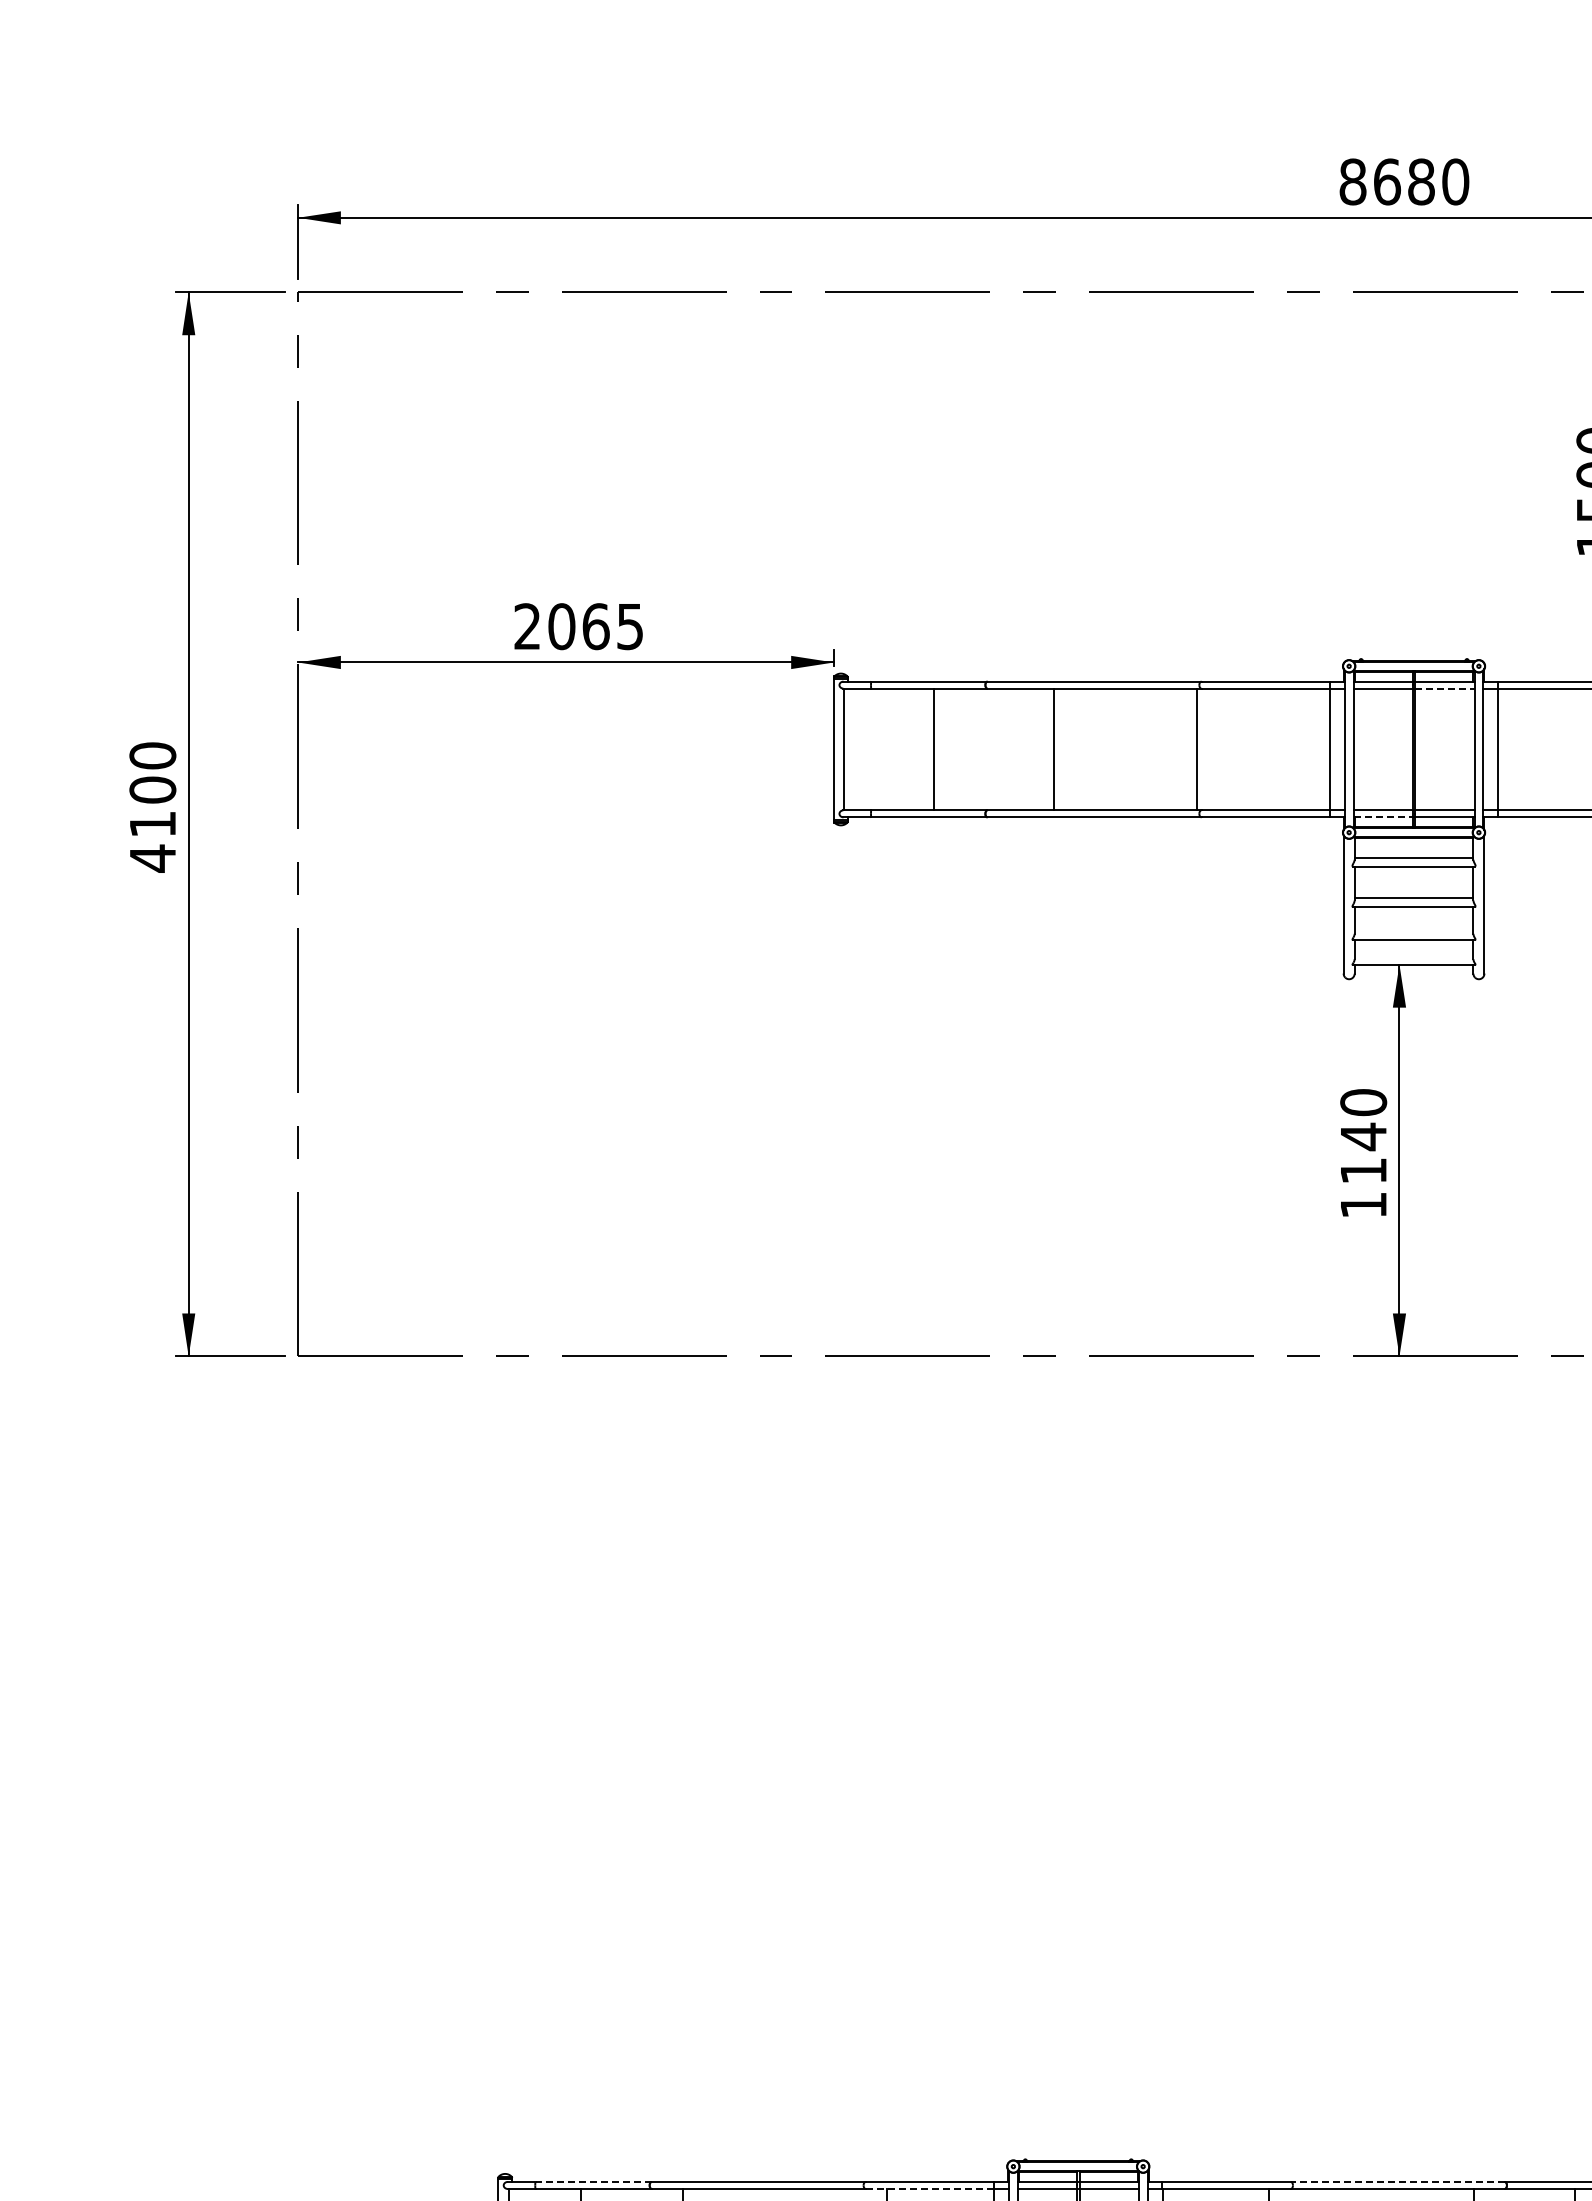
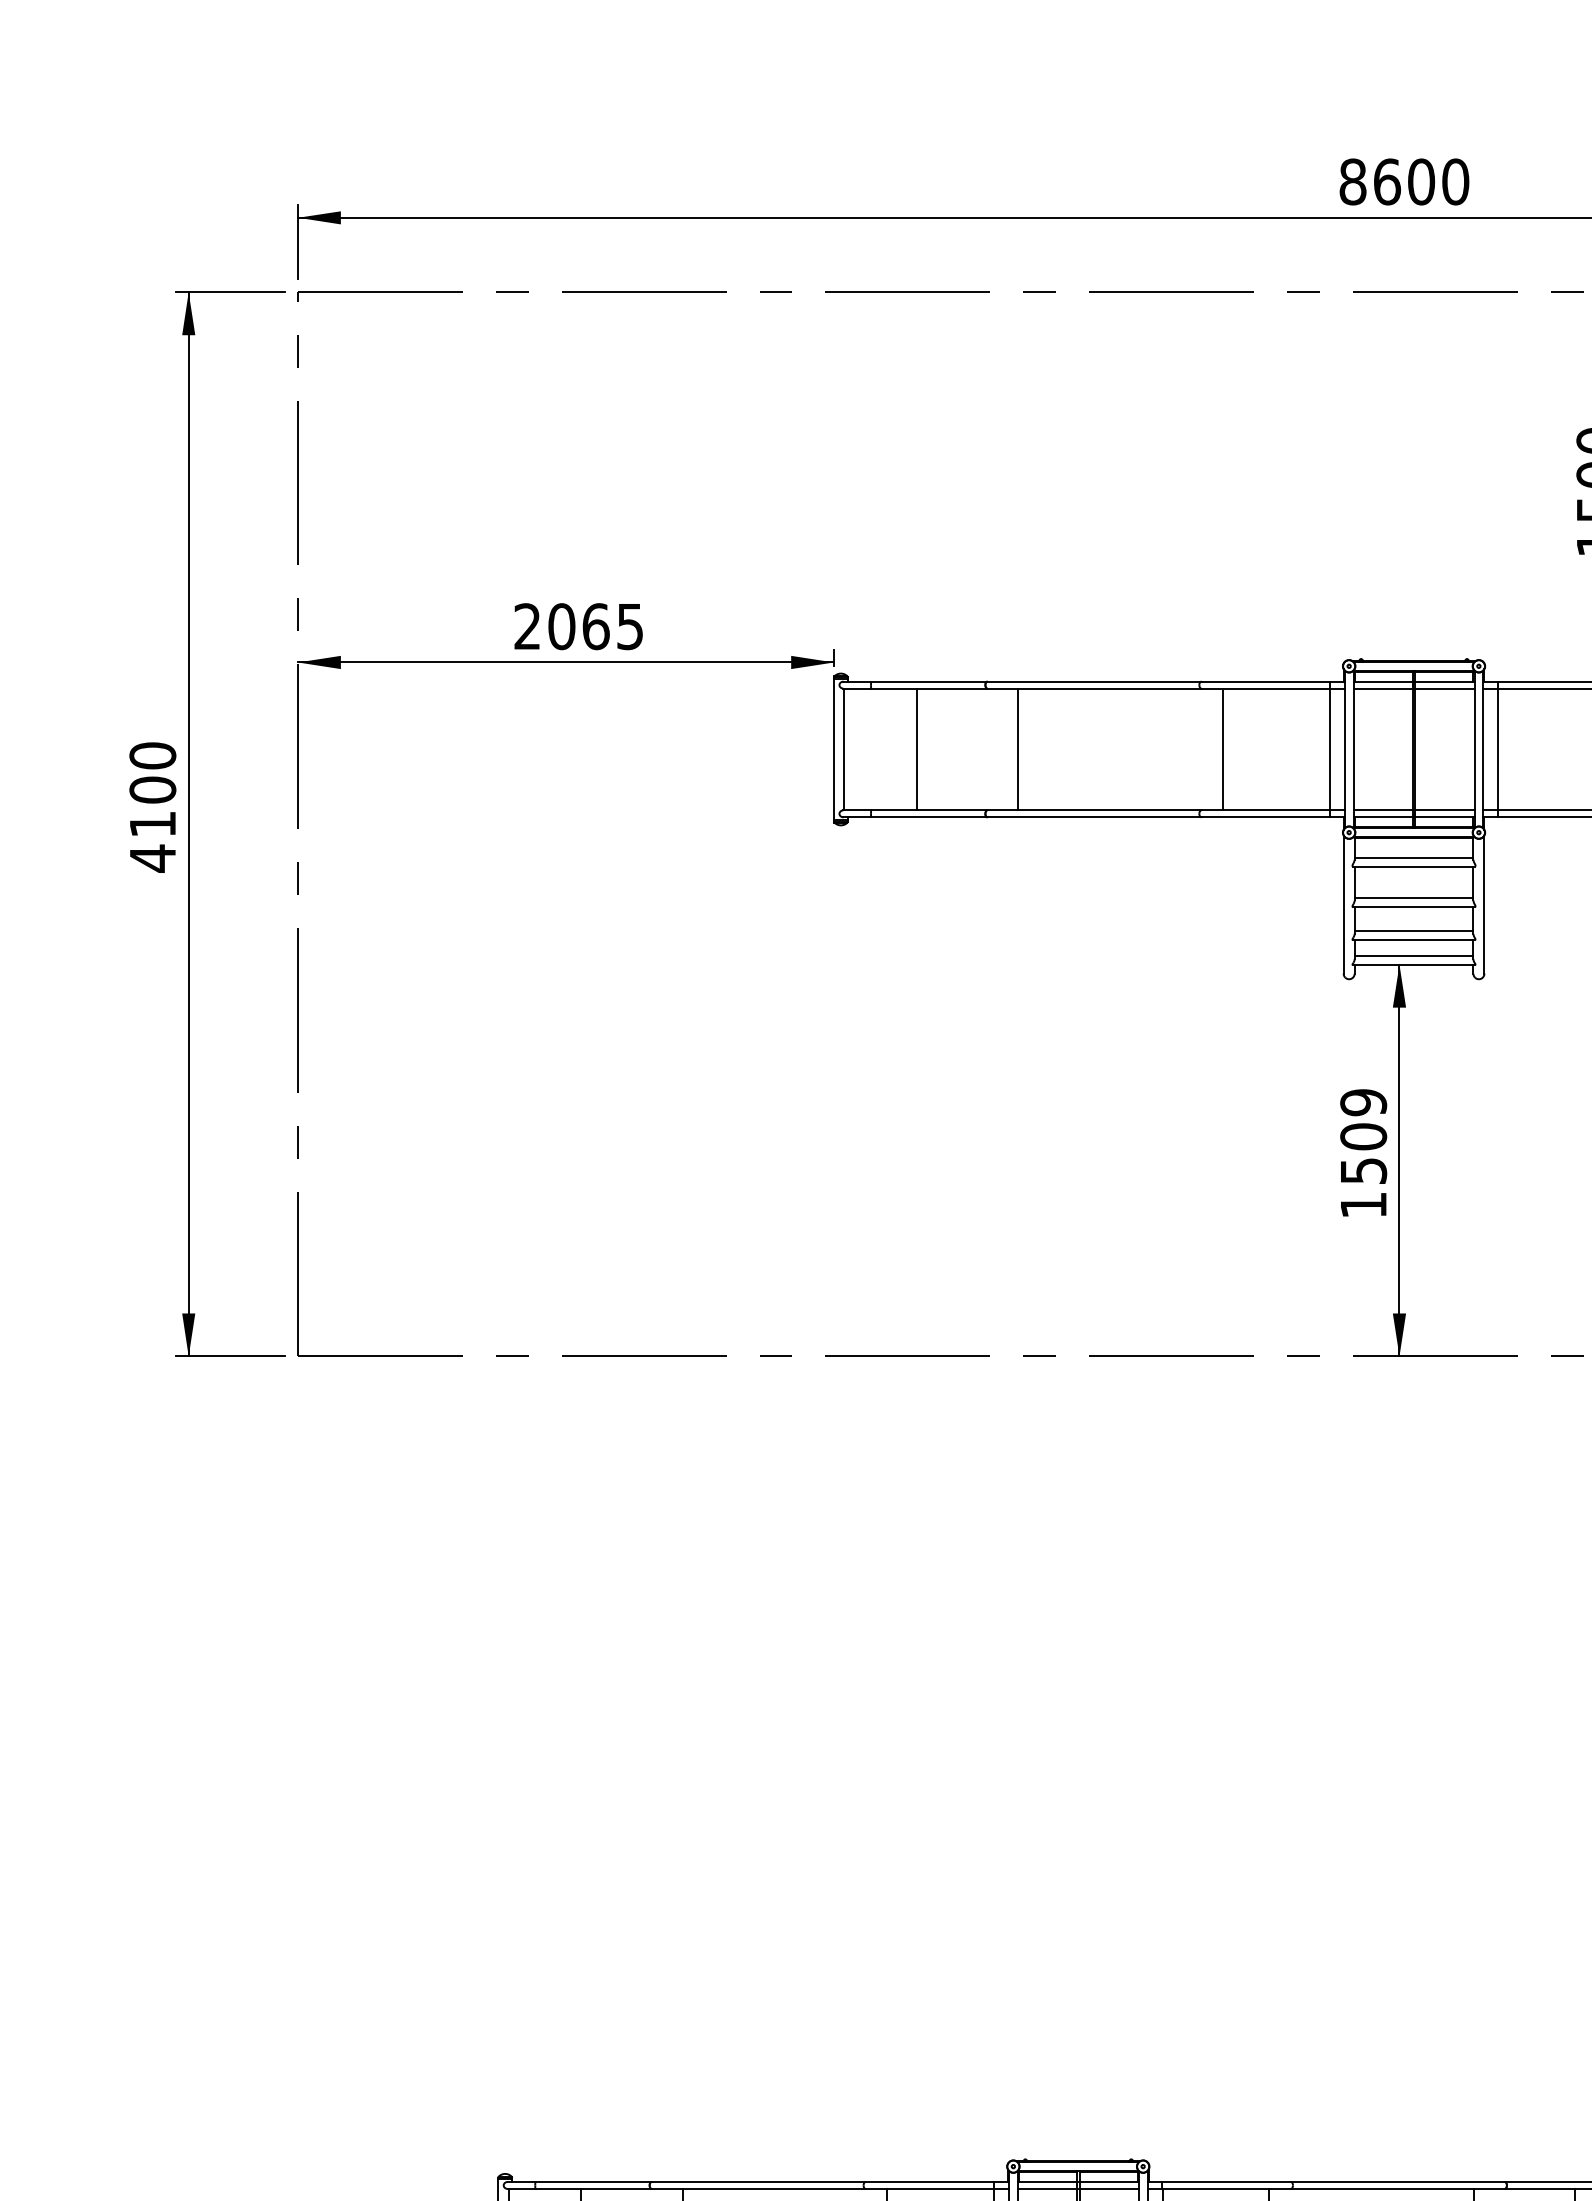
text at (1421, 181): 8680 -> 8600
line at (1444, 688): dashed -> solid
line at (934, 749) position: (934, 749) -> (917, 749)
line at (1053, 749) position: (1053, 749) -> (1018, 749)
line at (1197, 749) position: (1197, 749) -> (1223, 749)
line at (1383, 817): dashed -> solid
line at (1413, 931): none -> present
line at (1413, 956): none -> present
text at (1363, 1136): 1140 -> 1509
line at (593, 2181): dashed -> solid
line at (1397, 2181): dashed -> solid
line at (930, 2188): dashed -> solid
